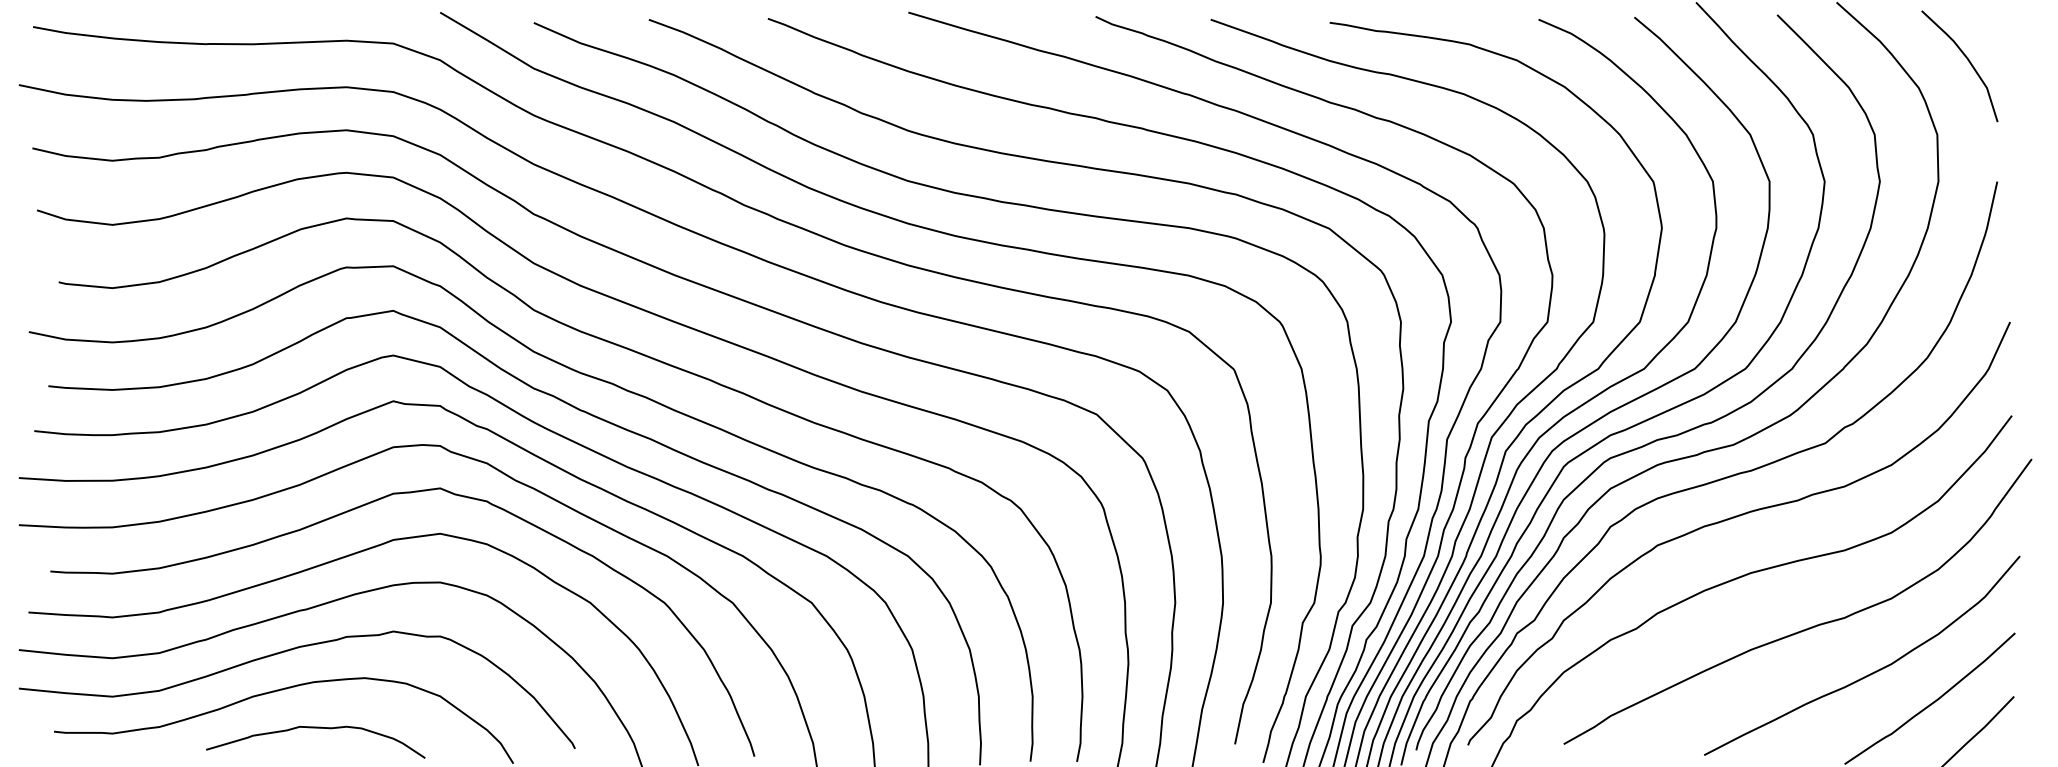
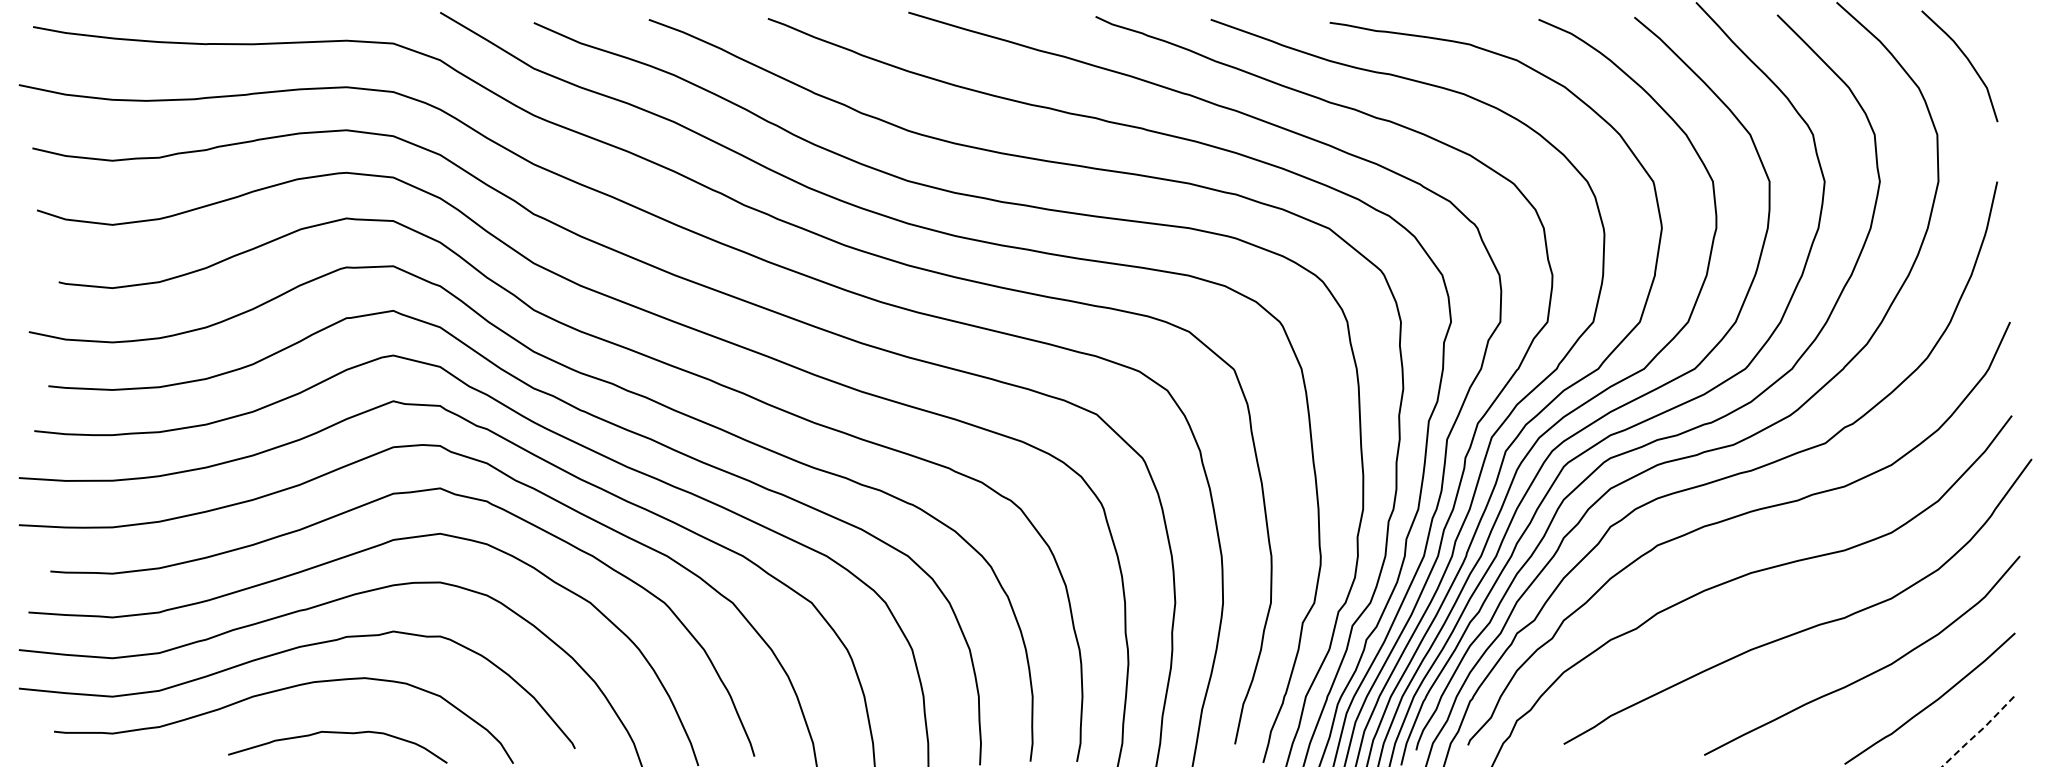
curve at (315, 728) position: (315, 728) -> (337, 733)
line at (1978, 732): solid -> dashed
